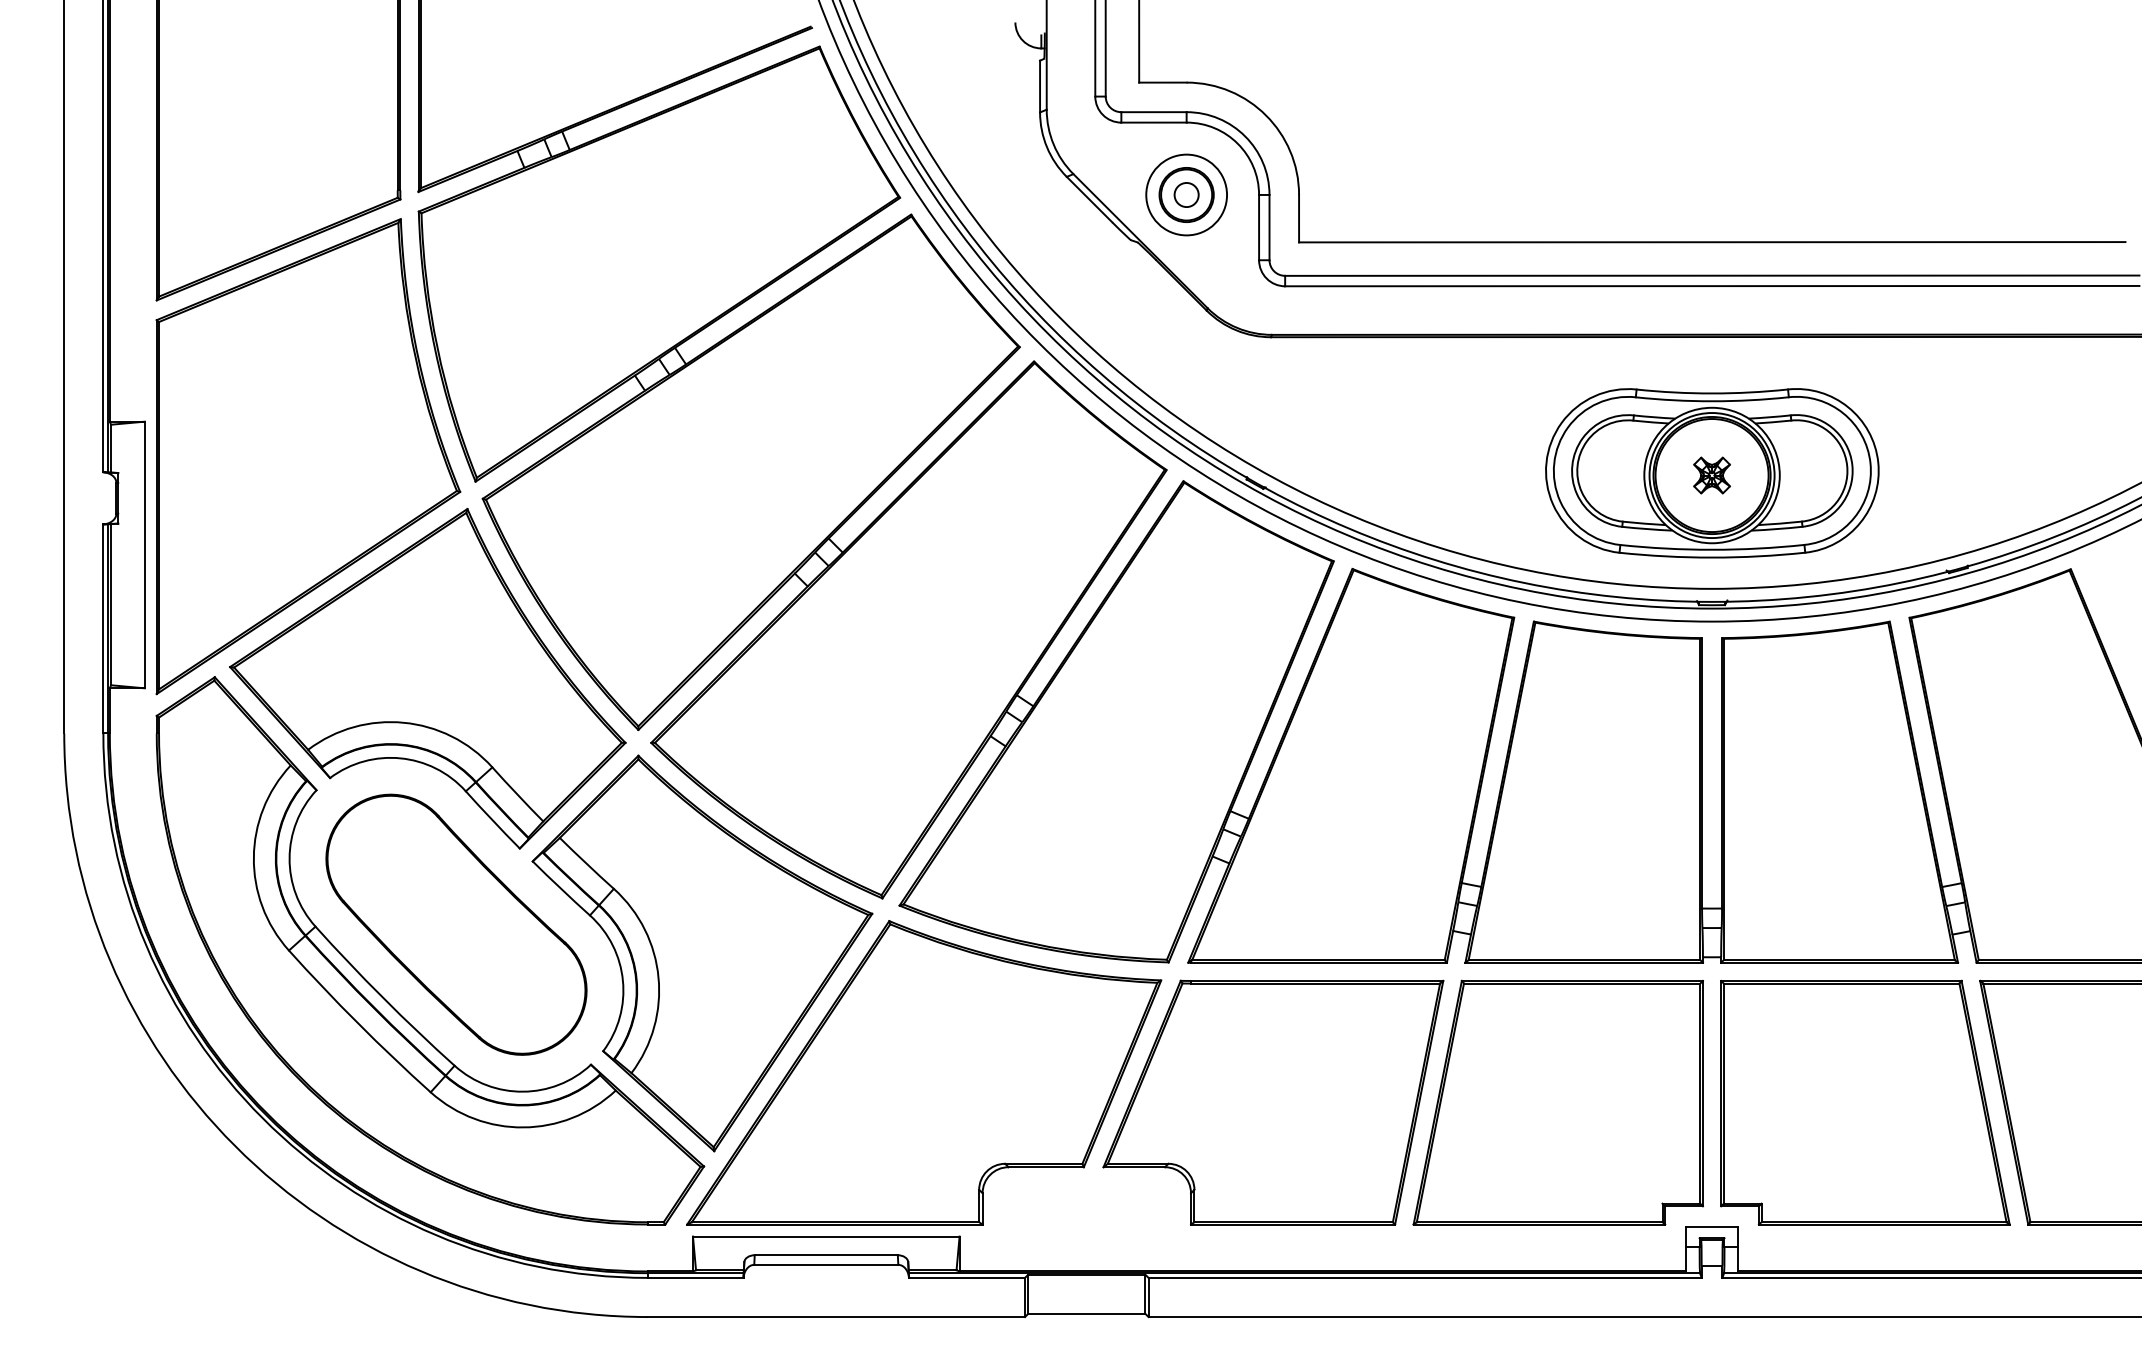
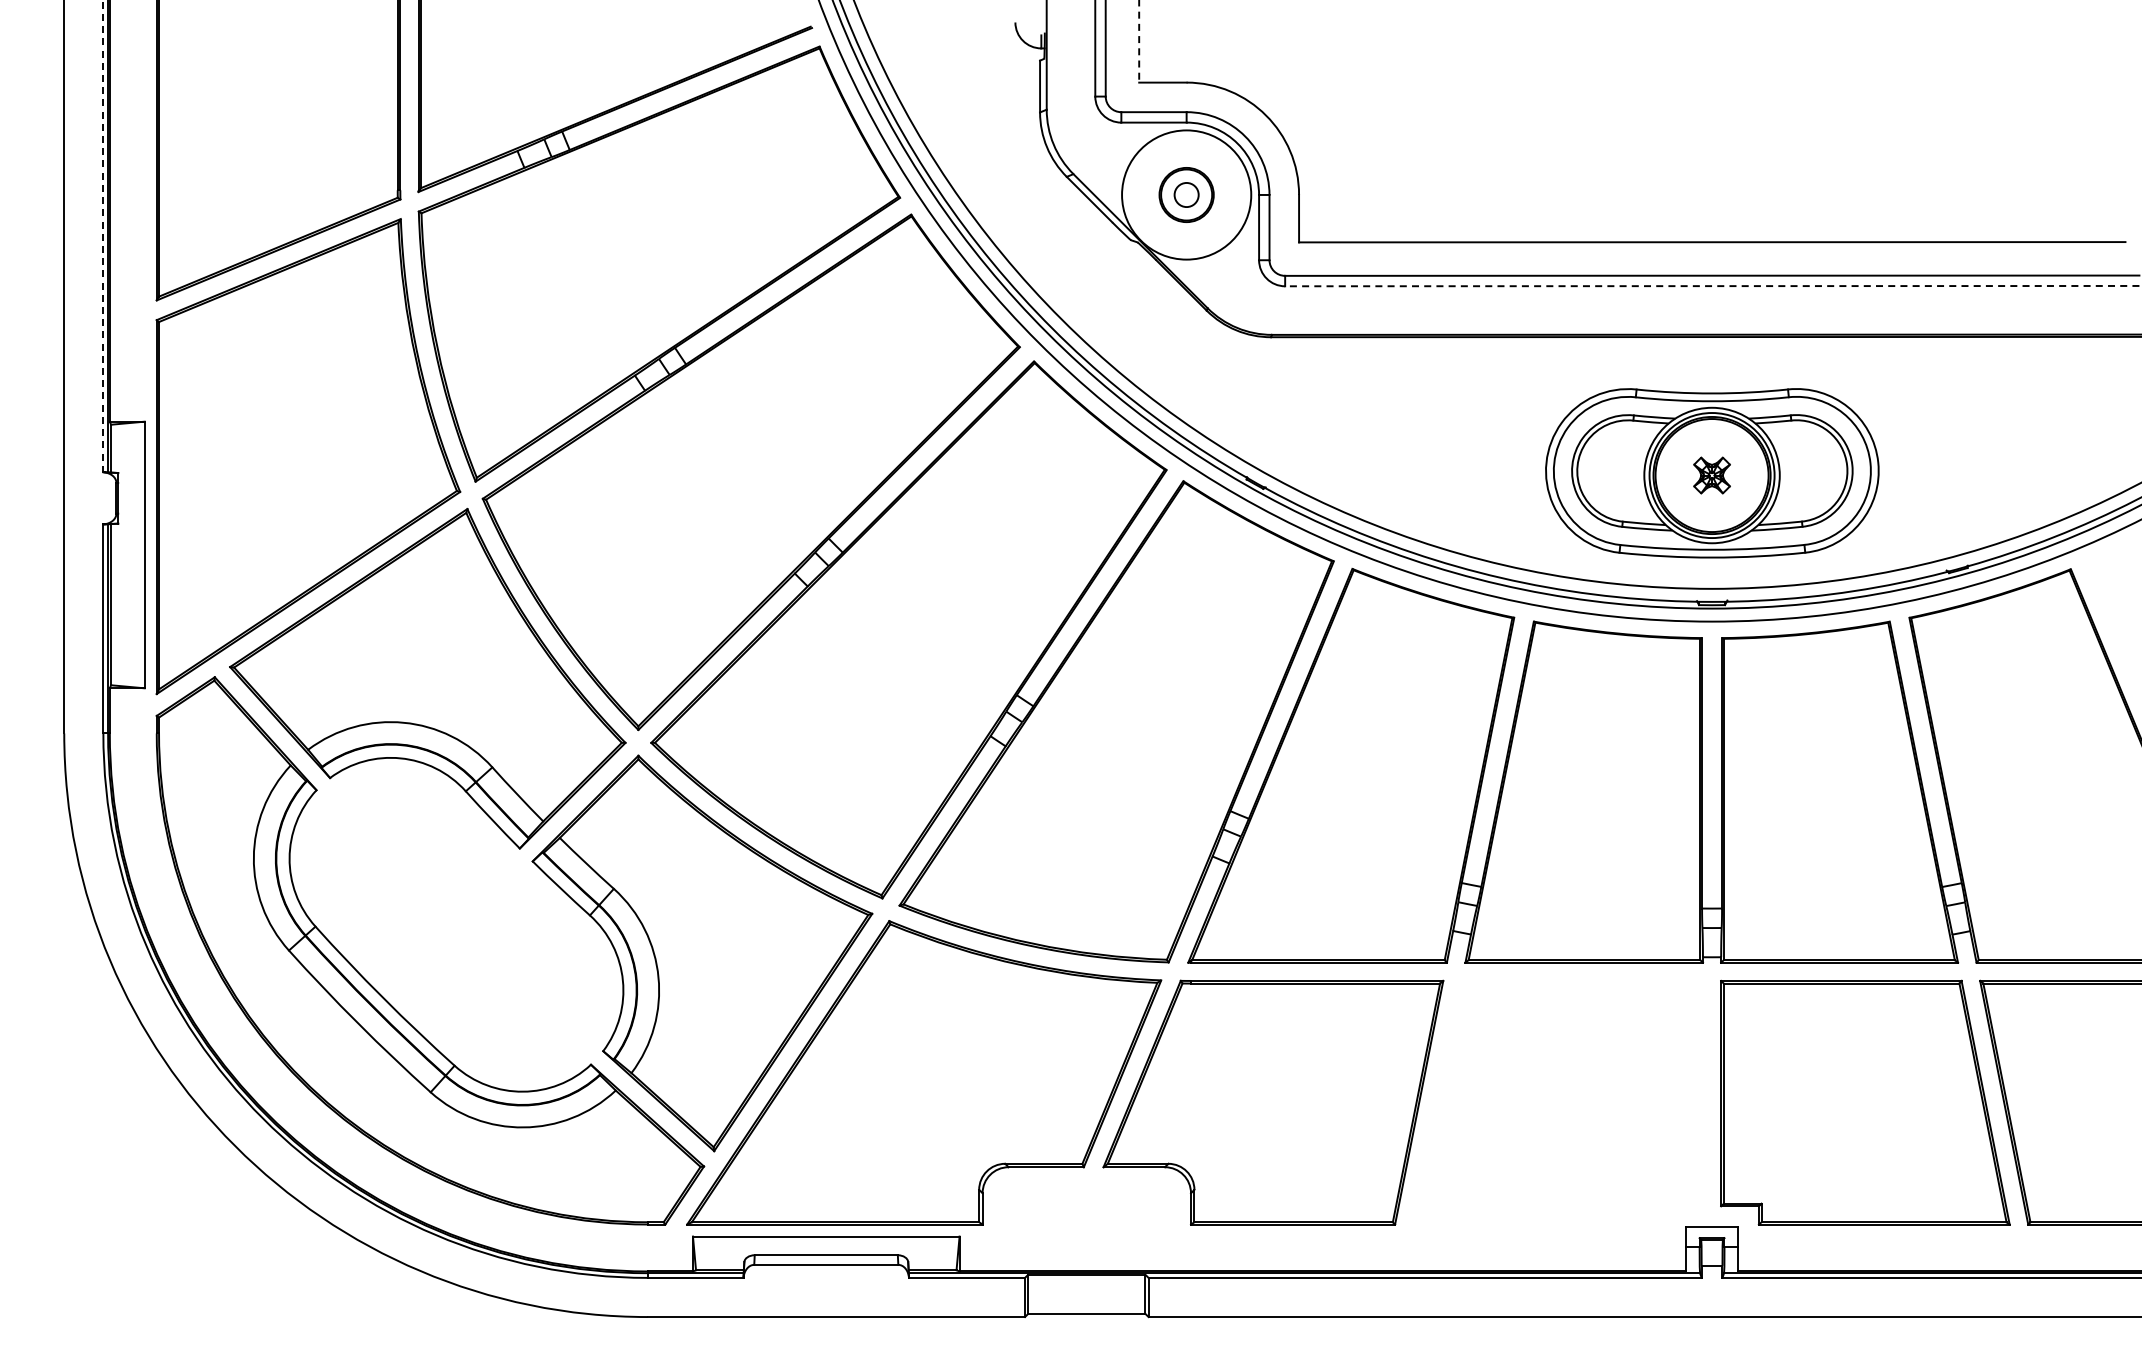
line at (1139, 41): solid -> dashed
circle at (1186, 194) diameter: 81 px -> 129 px
line at (103, 236): solid -> dashed
line at (1711, 286): solid -> dashed
part at (456, 924): present -> none
part at (1557, 1102): present -> none
